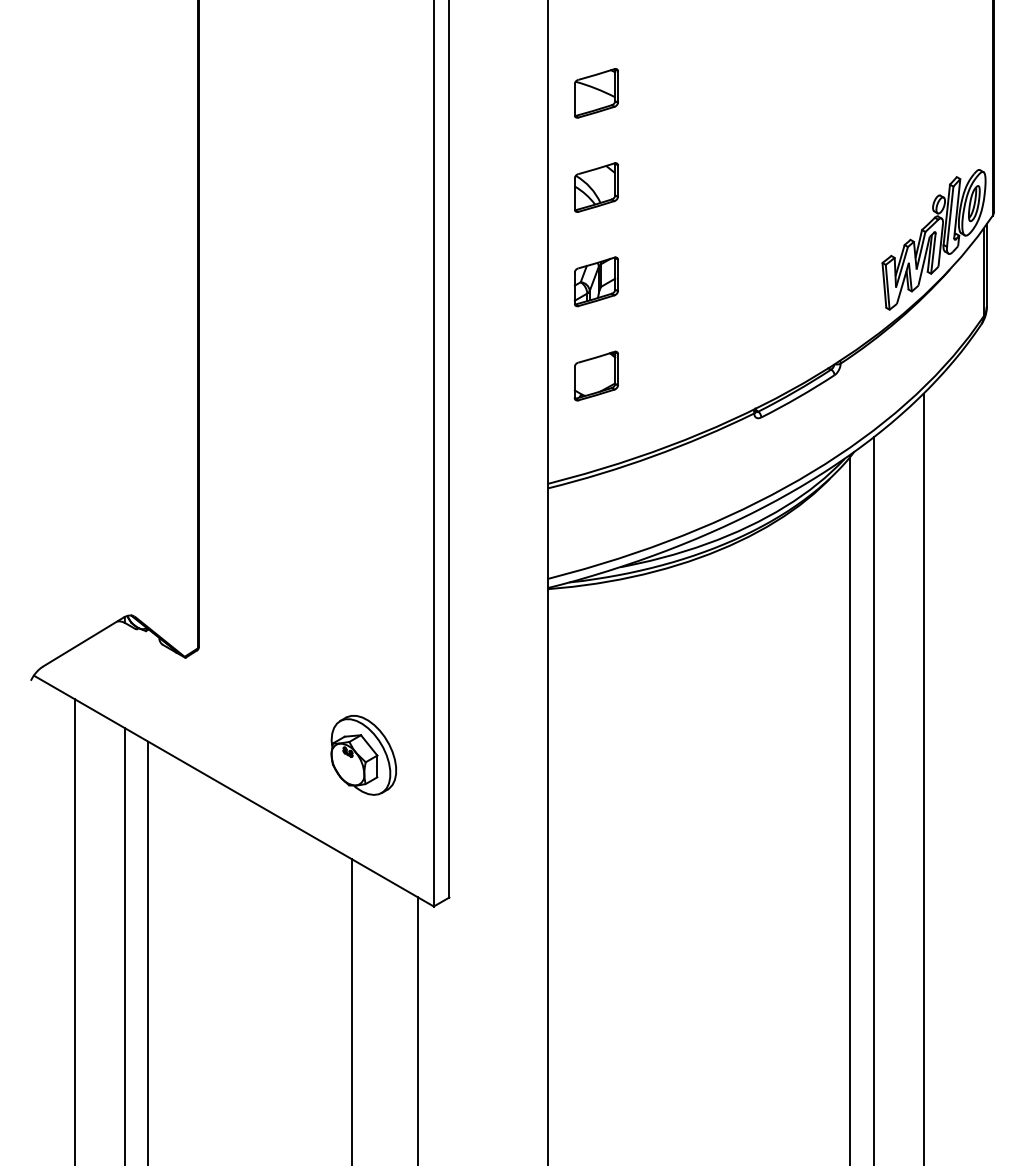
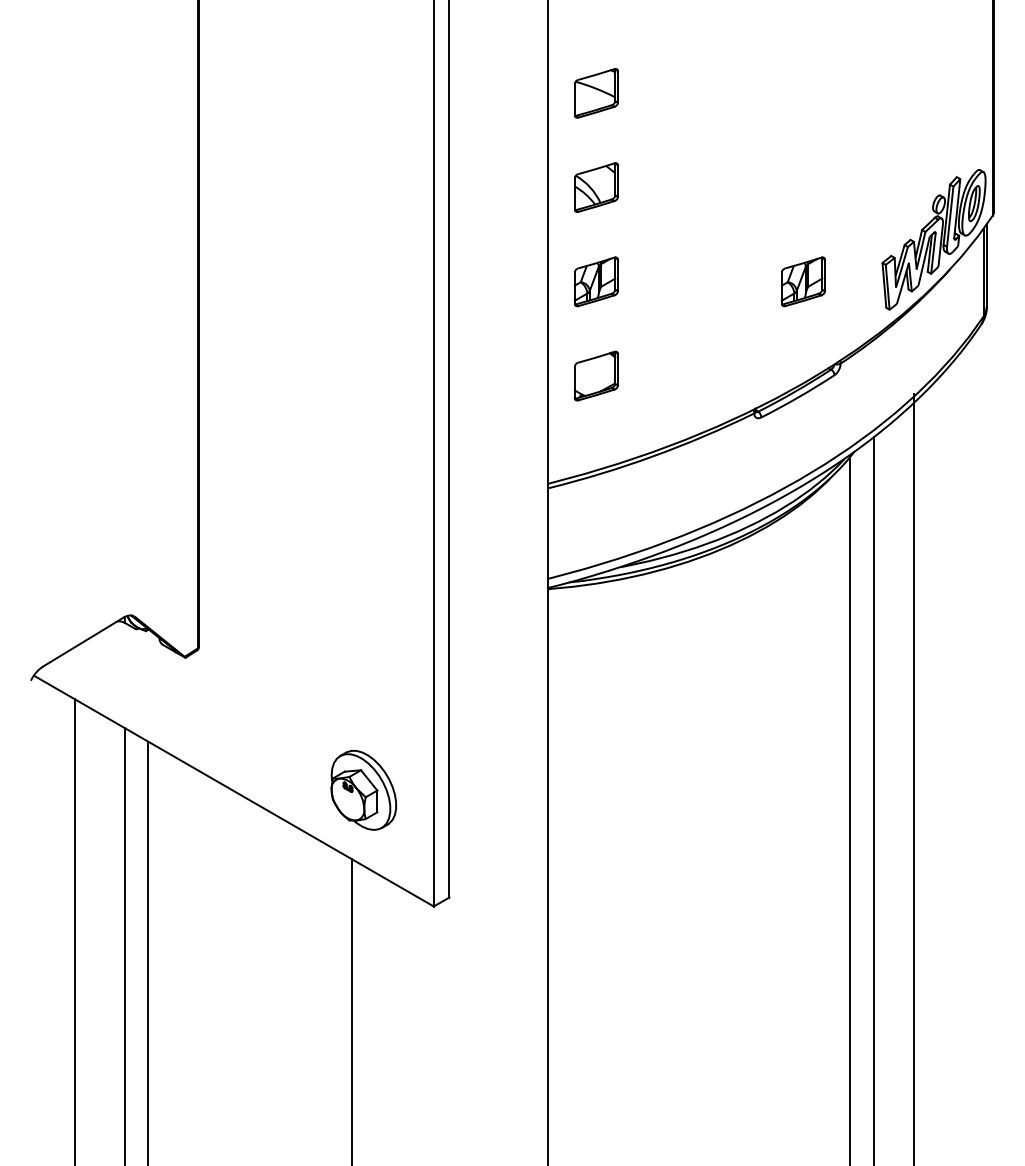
part at (802, 281): none -> present
part at (363, 755) position: (363, 755) -> (363, 790)
line at (923, 777) position: (923, 777) -> (913, 777)
line at (417, 1029): present -> none
